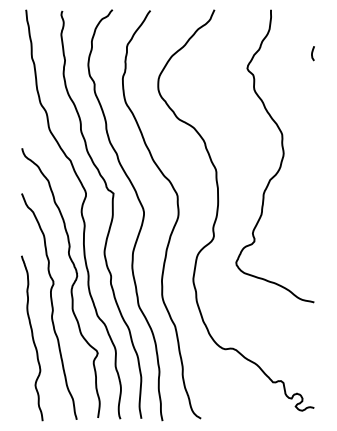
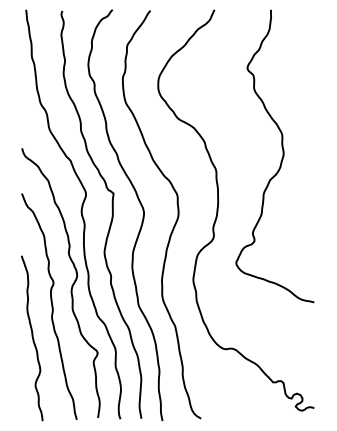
curve at (312, 53): present -> none
